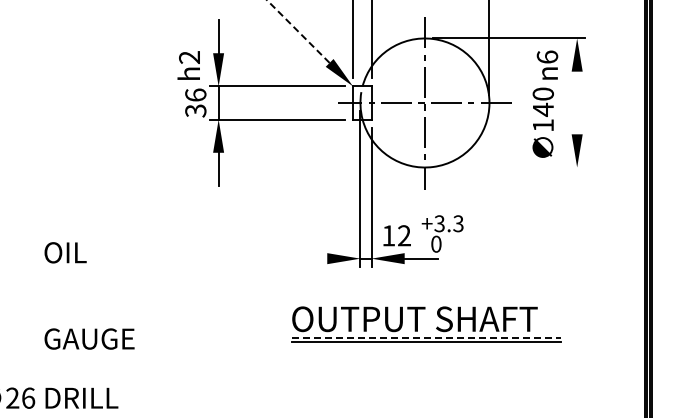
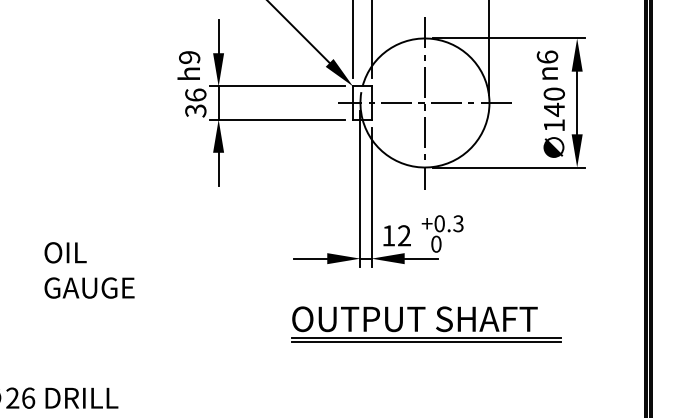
line at (298, 31): dashed -> solid
text at (189, 57): h2 -> h9
line at (577, 102): none -> present
text at (542, 122) position: (542, 122) -> (553, 122)
line at (509, 167): none -> present
text at (439, 223): +3.3 -> +0.3
line at (310, 258): none -> present
line at (426, 337): dashed -> solid
text at (89, 338) position: (89, 338) -> (89, 287)
